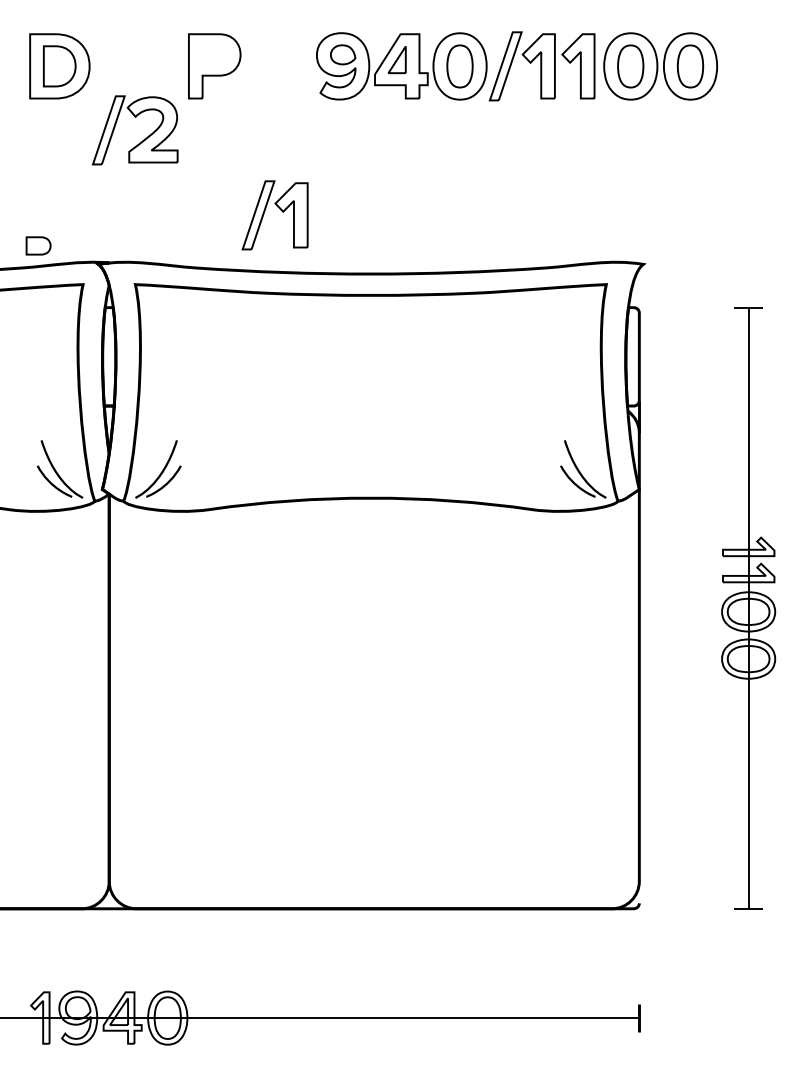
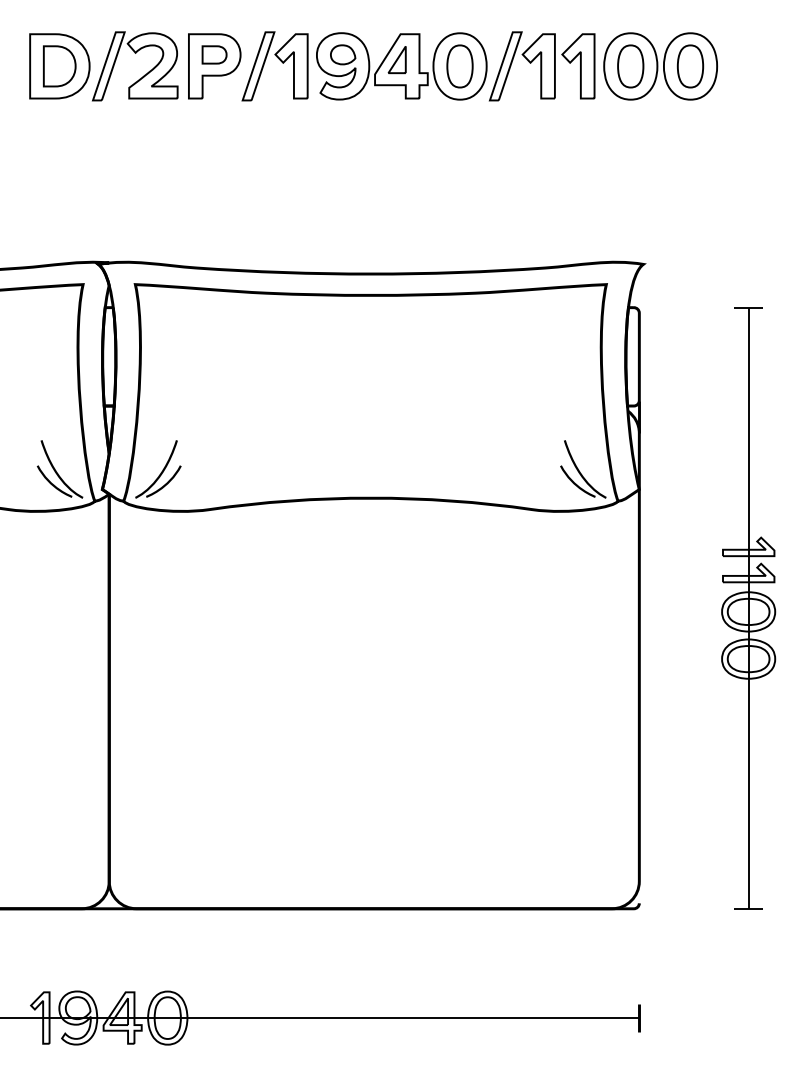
part at (144, 138) position: (144, 138) -> (144, 74)
part at (279, 209) position: (279, 209) -> (279, 60)
part at (38, 245) position: (38, 245) -> (214, 54)
